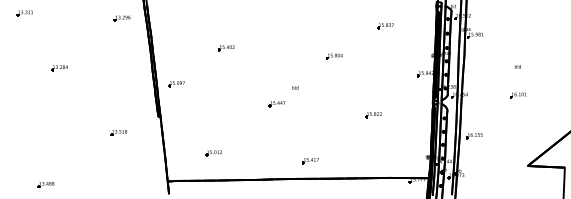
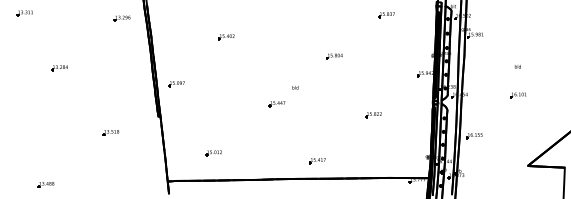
part at (385, 26) position: (385, 26) -> (386, 15)
part at (226, 48) position: (226, 48) -> (226, 37)
part at (118, 132) position: (118, 132) -> (110, 132)
part at (310, 161) position: (310, 161) -> (317, 161)
